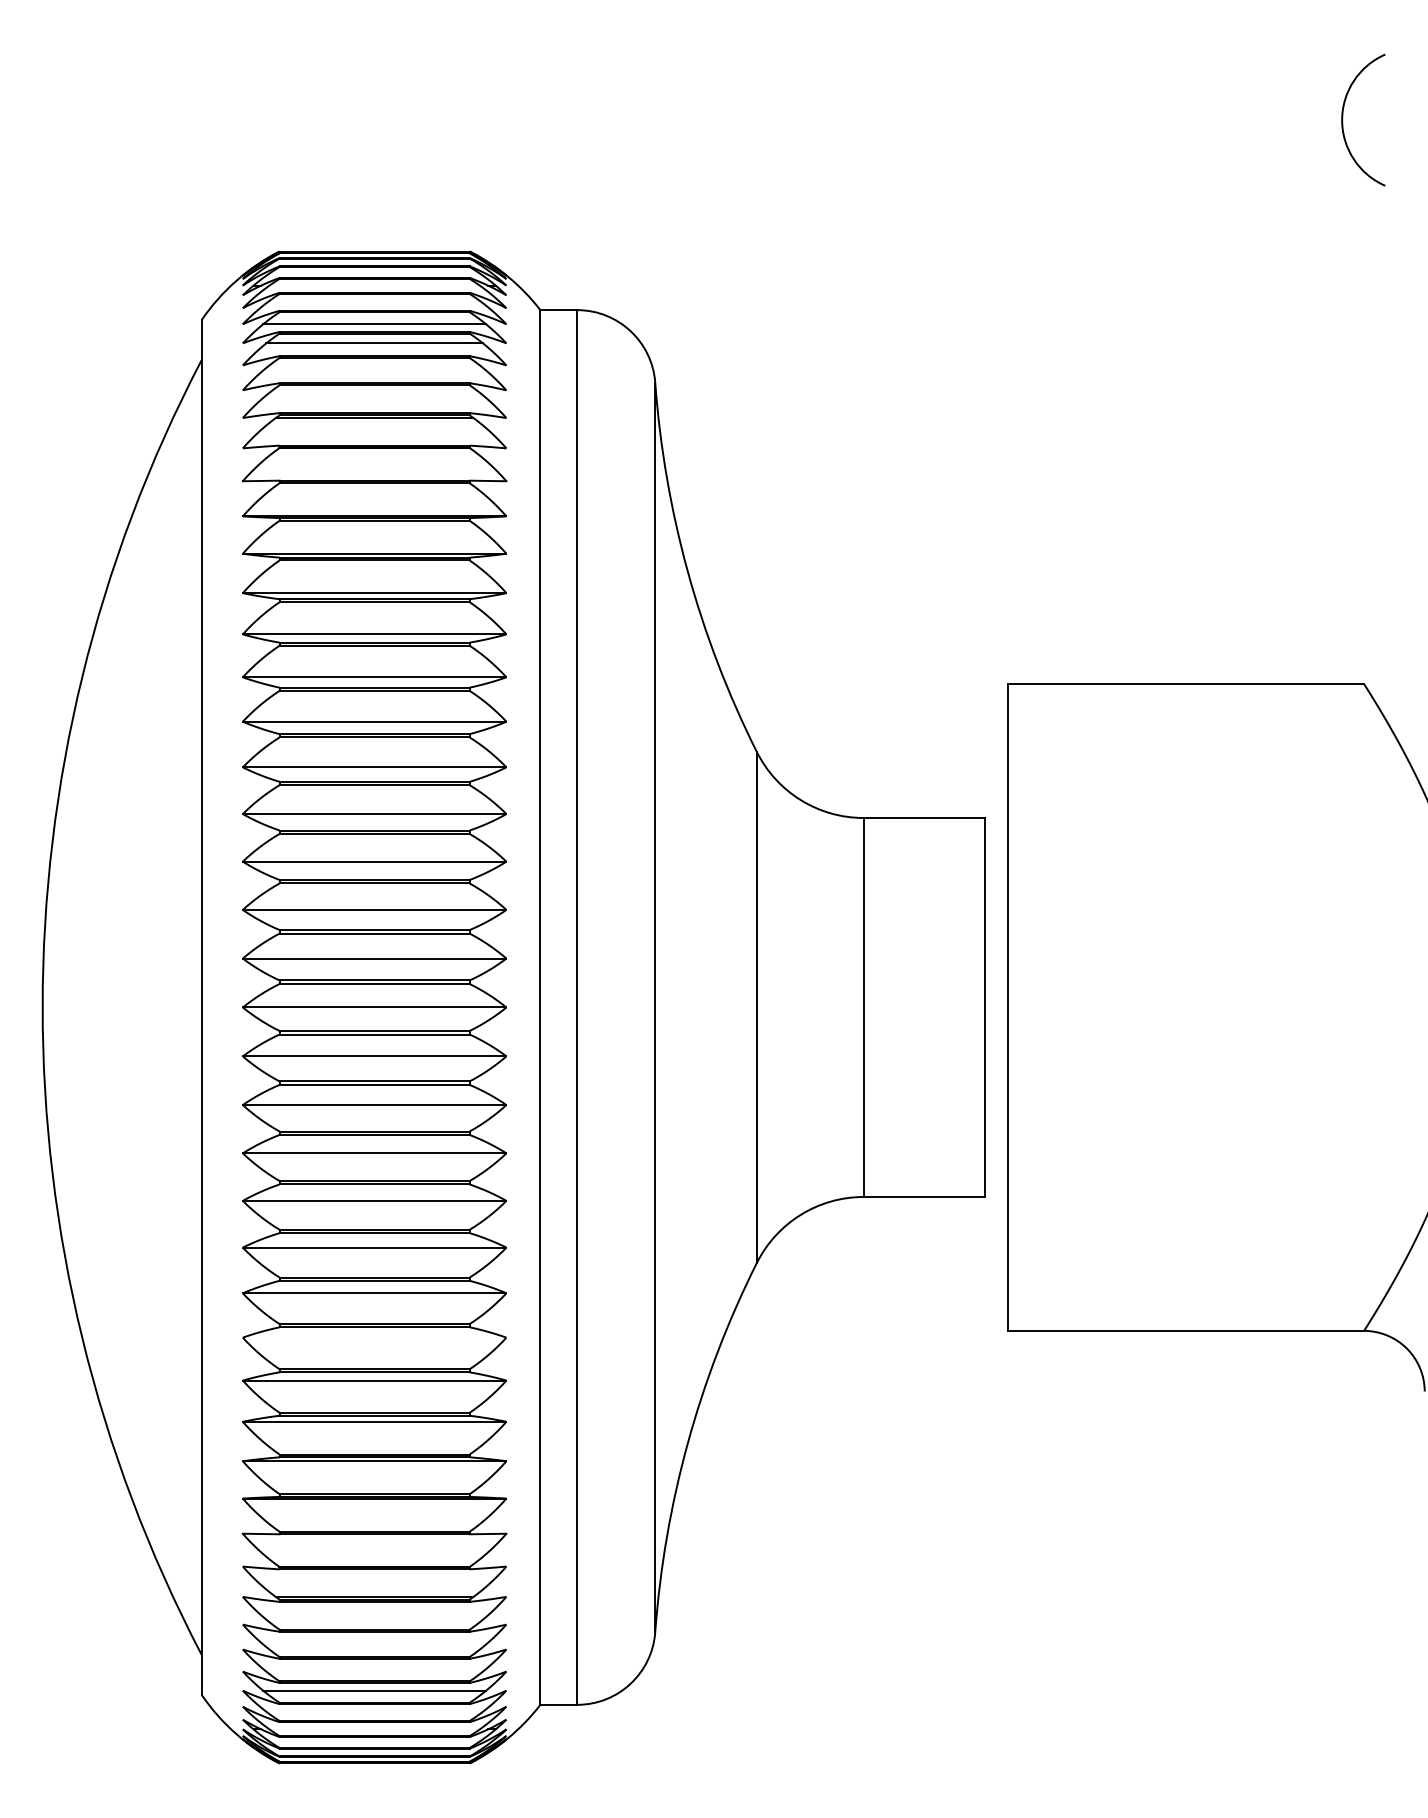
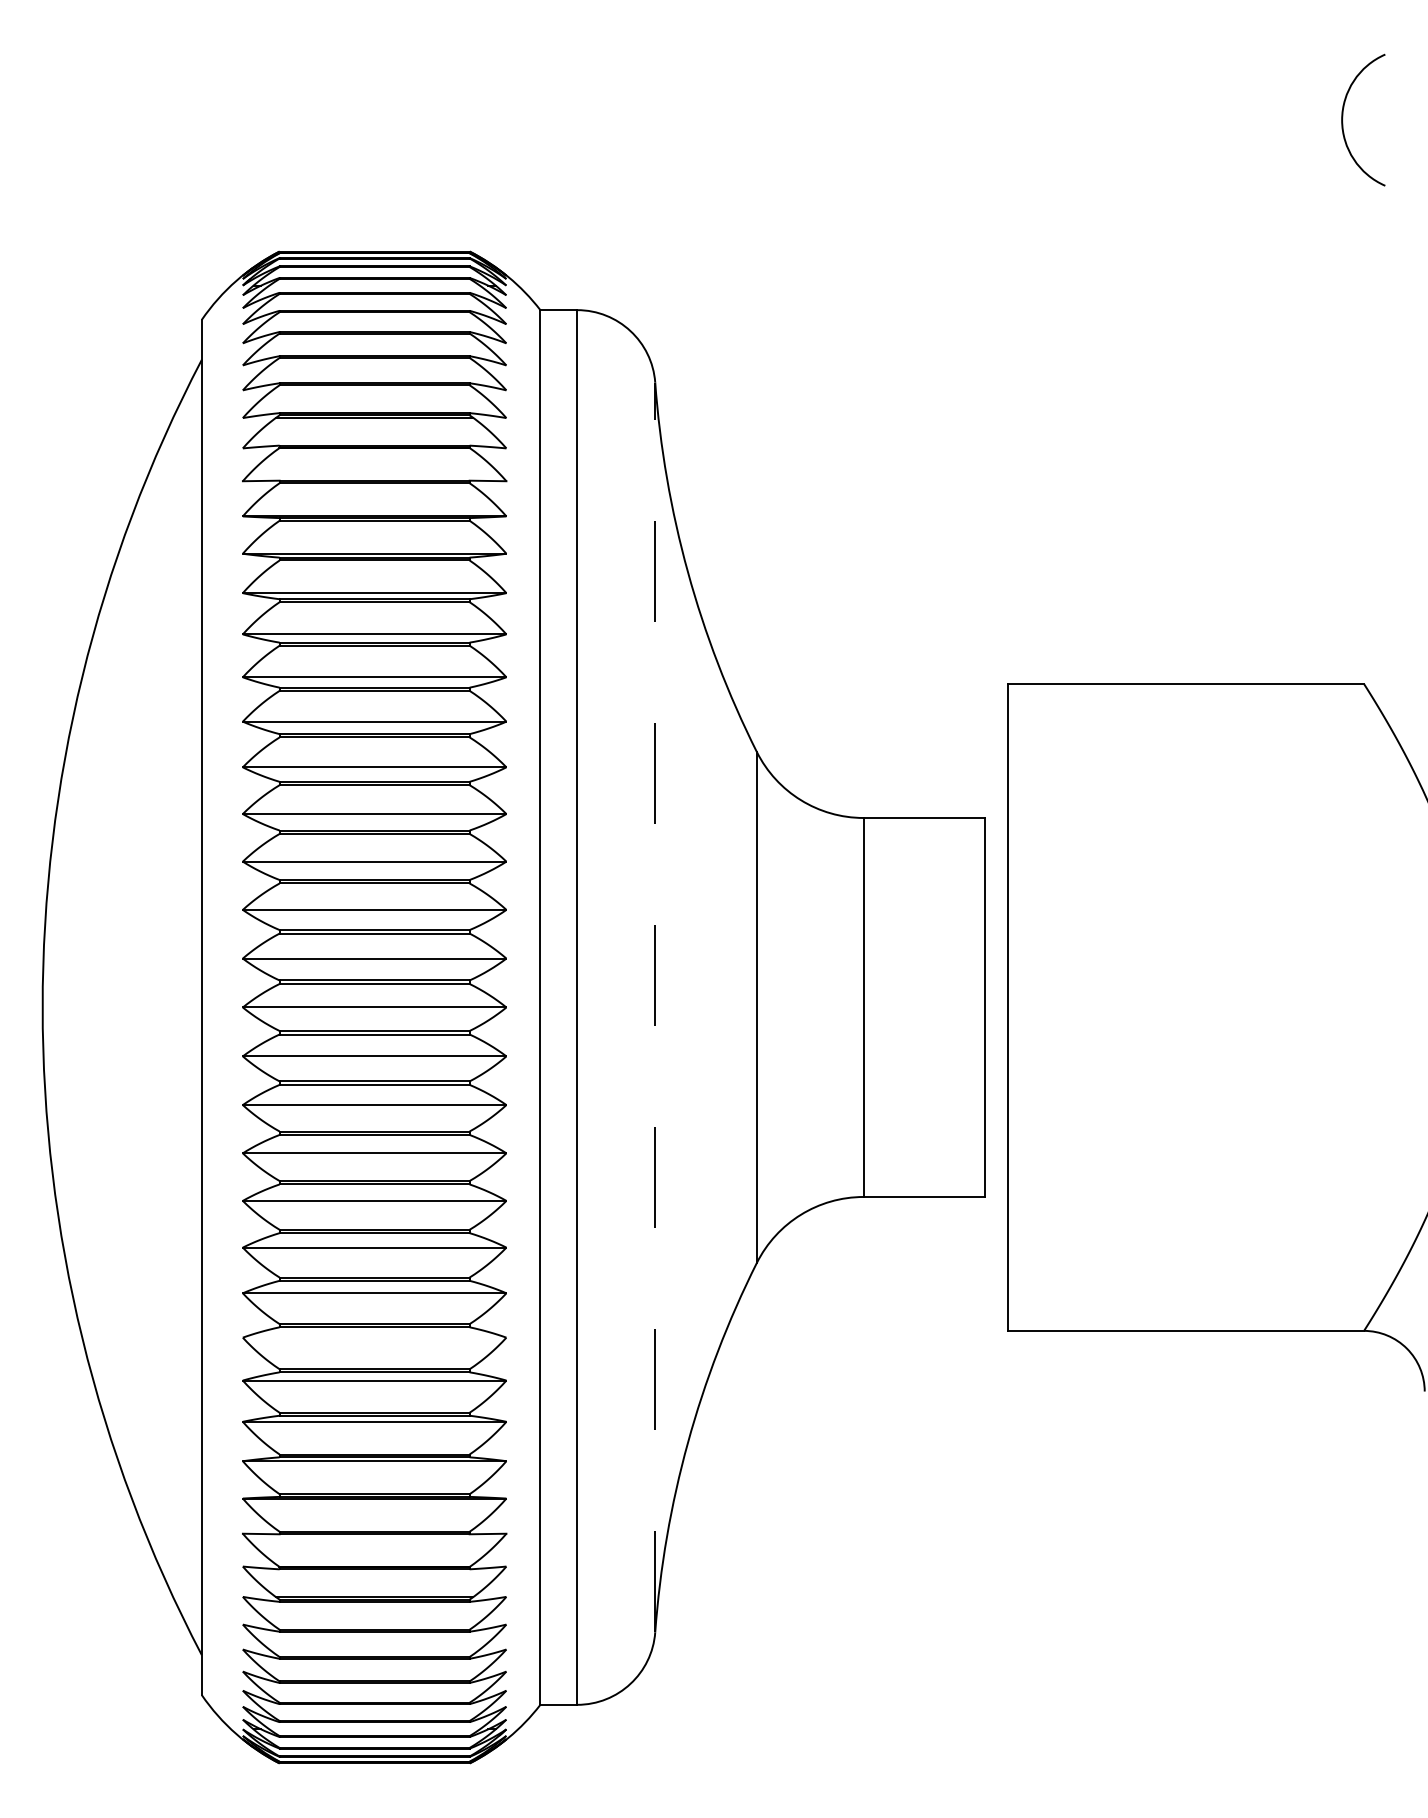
line at (374, 324): present -> none
line at (374, 343): present -> none
line at (655, 1007): solid -> dashed
line at (374, 1690): present -> none
